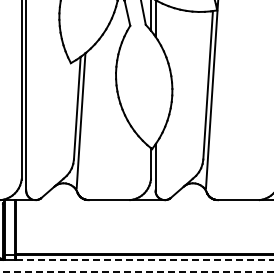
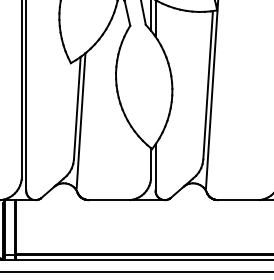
line at (145, 260): dashed -> solid
line at (137, 271): dashed -> solid
